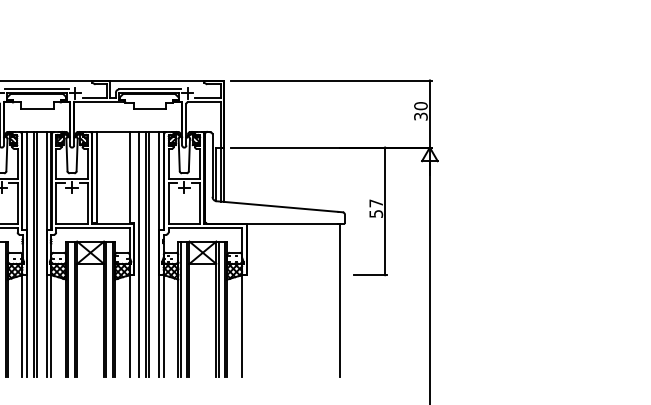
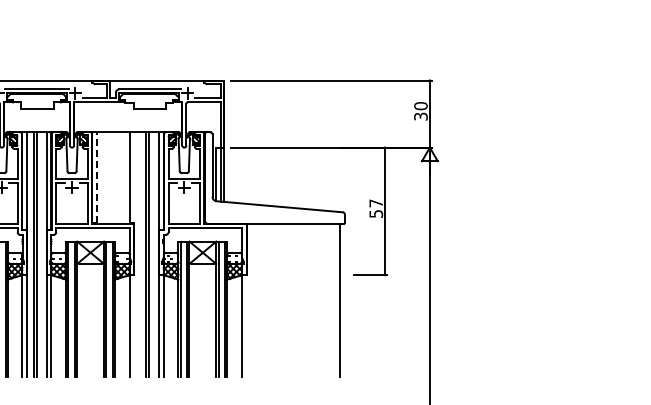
line at (97, 177): solid -> dashed
line at (139, 254): present -> none
